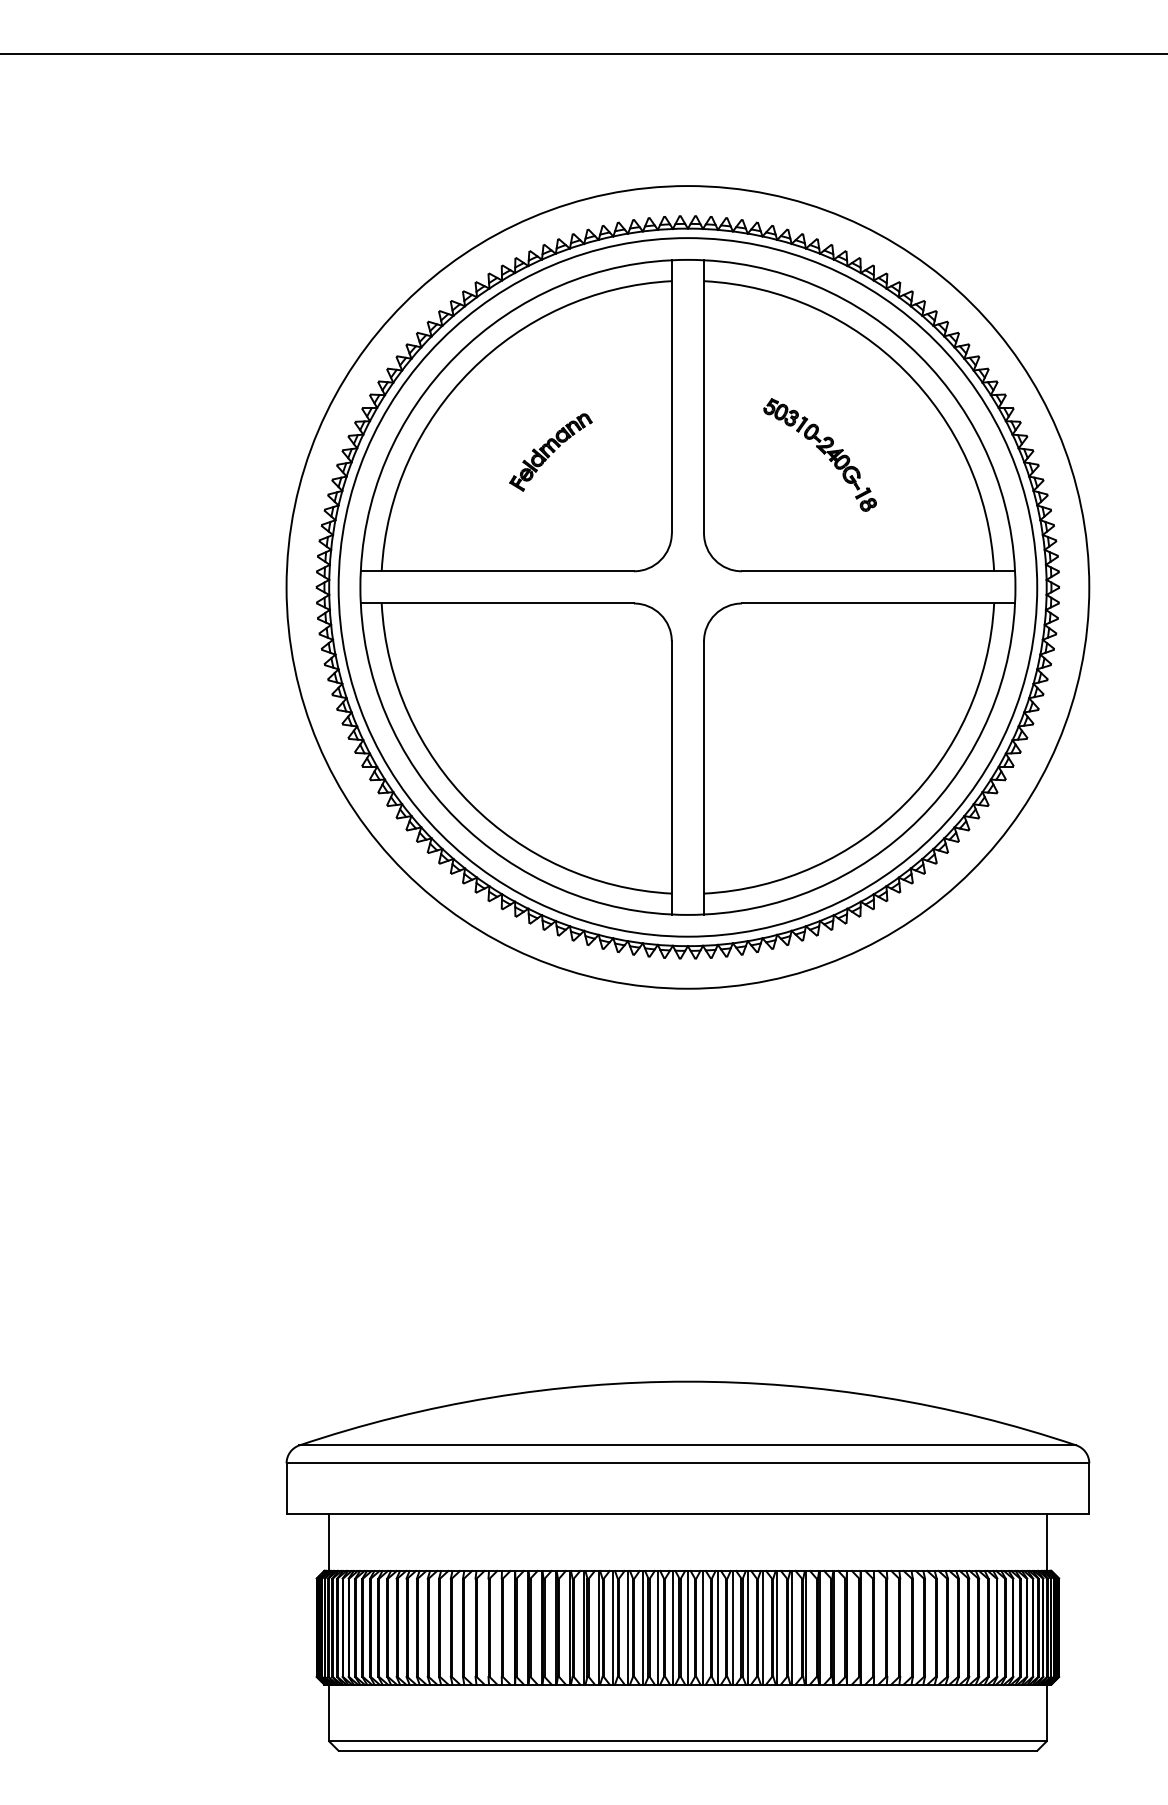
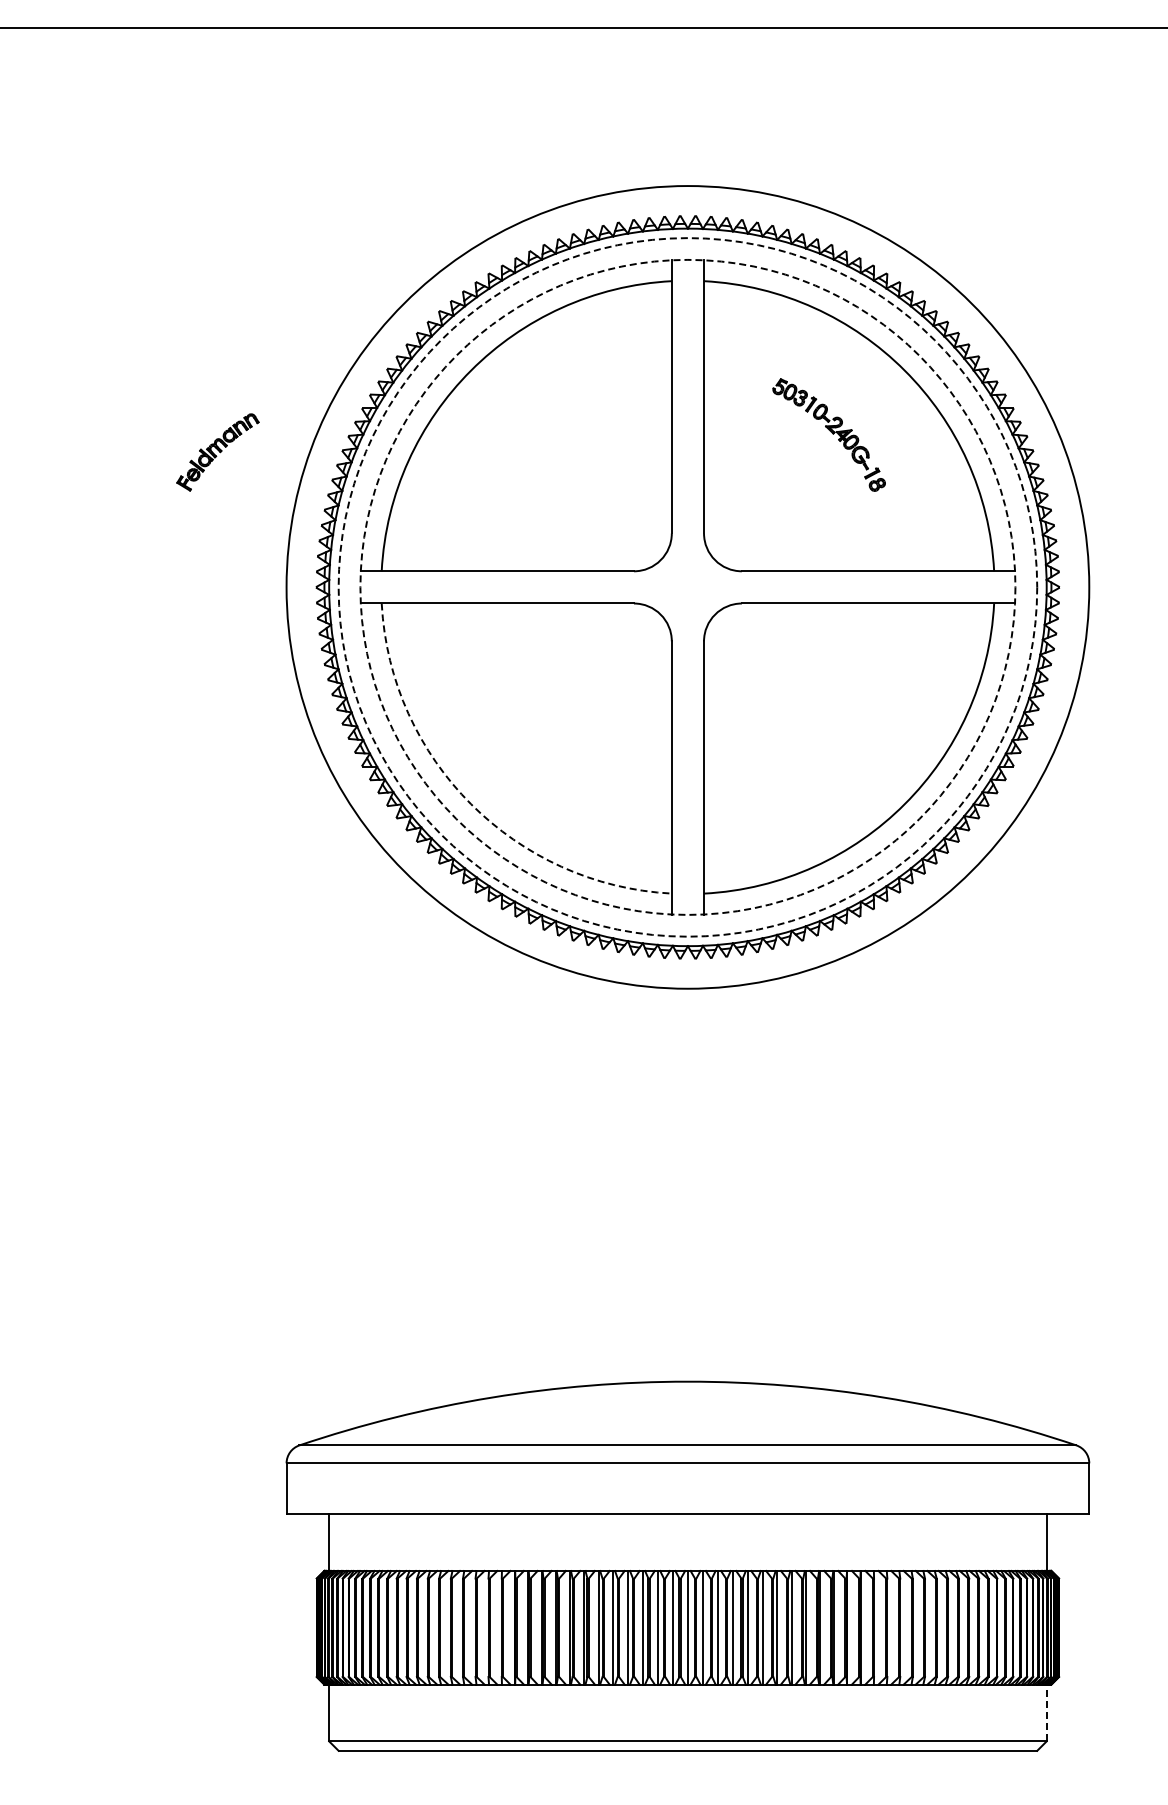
line at (583, 54) position: (583, 54) -> (583, 28)
part at (550, 452) position: (550, 452) -> (217, 452)
part at (819, 454) position: (819, 454) -> (828, 434)
circle at (687, 586): solid -> dashed
circle at (687, 587): solid -> dashed
arc at (471, 804): solid -> dashed
line at (1046, 1712): solid -> dashed
